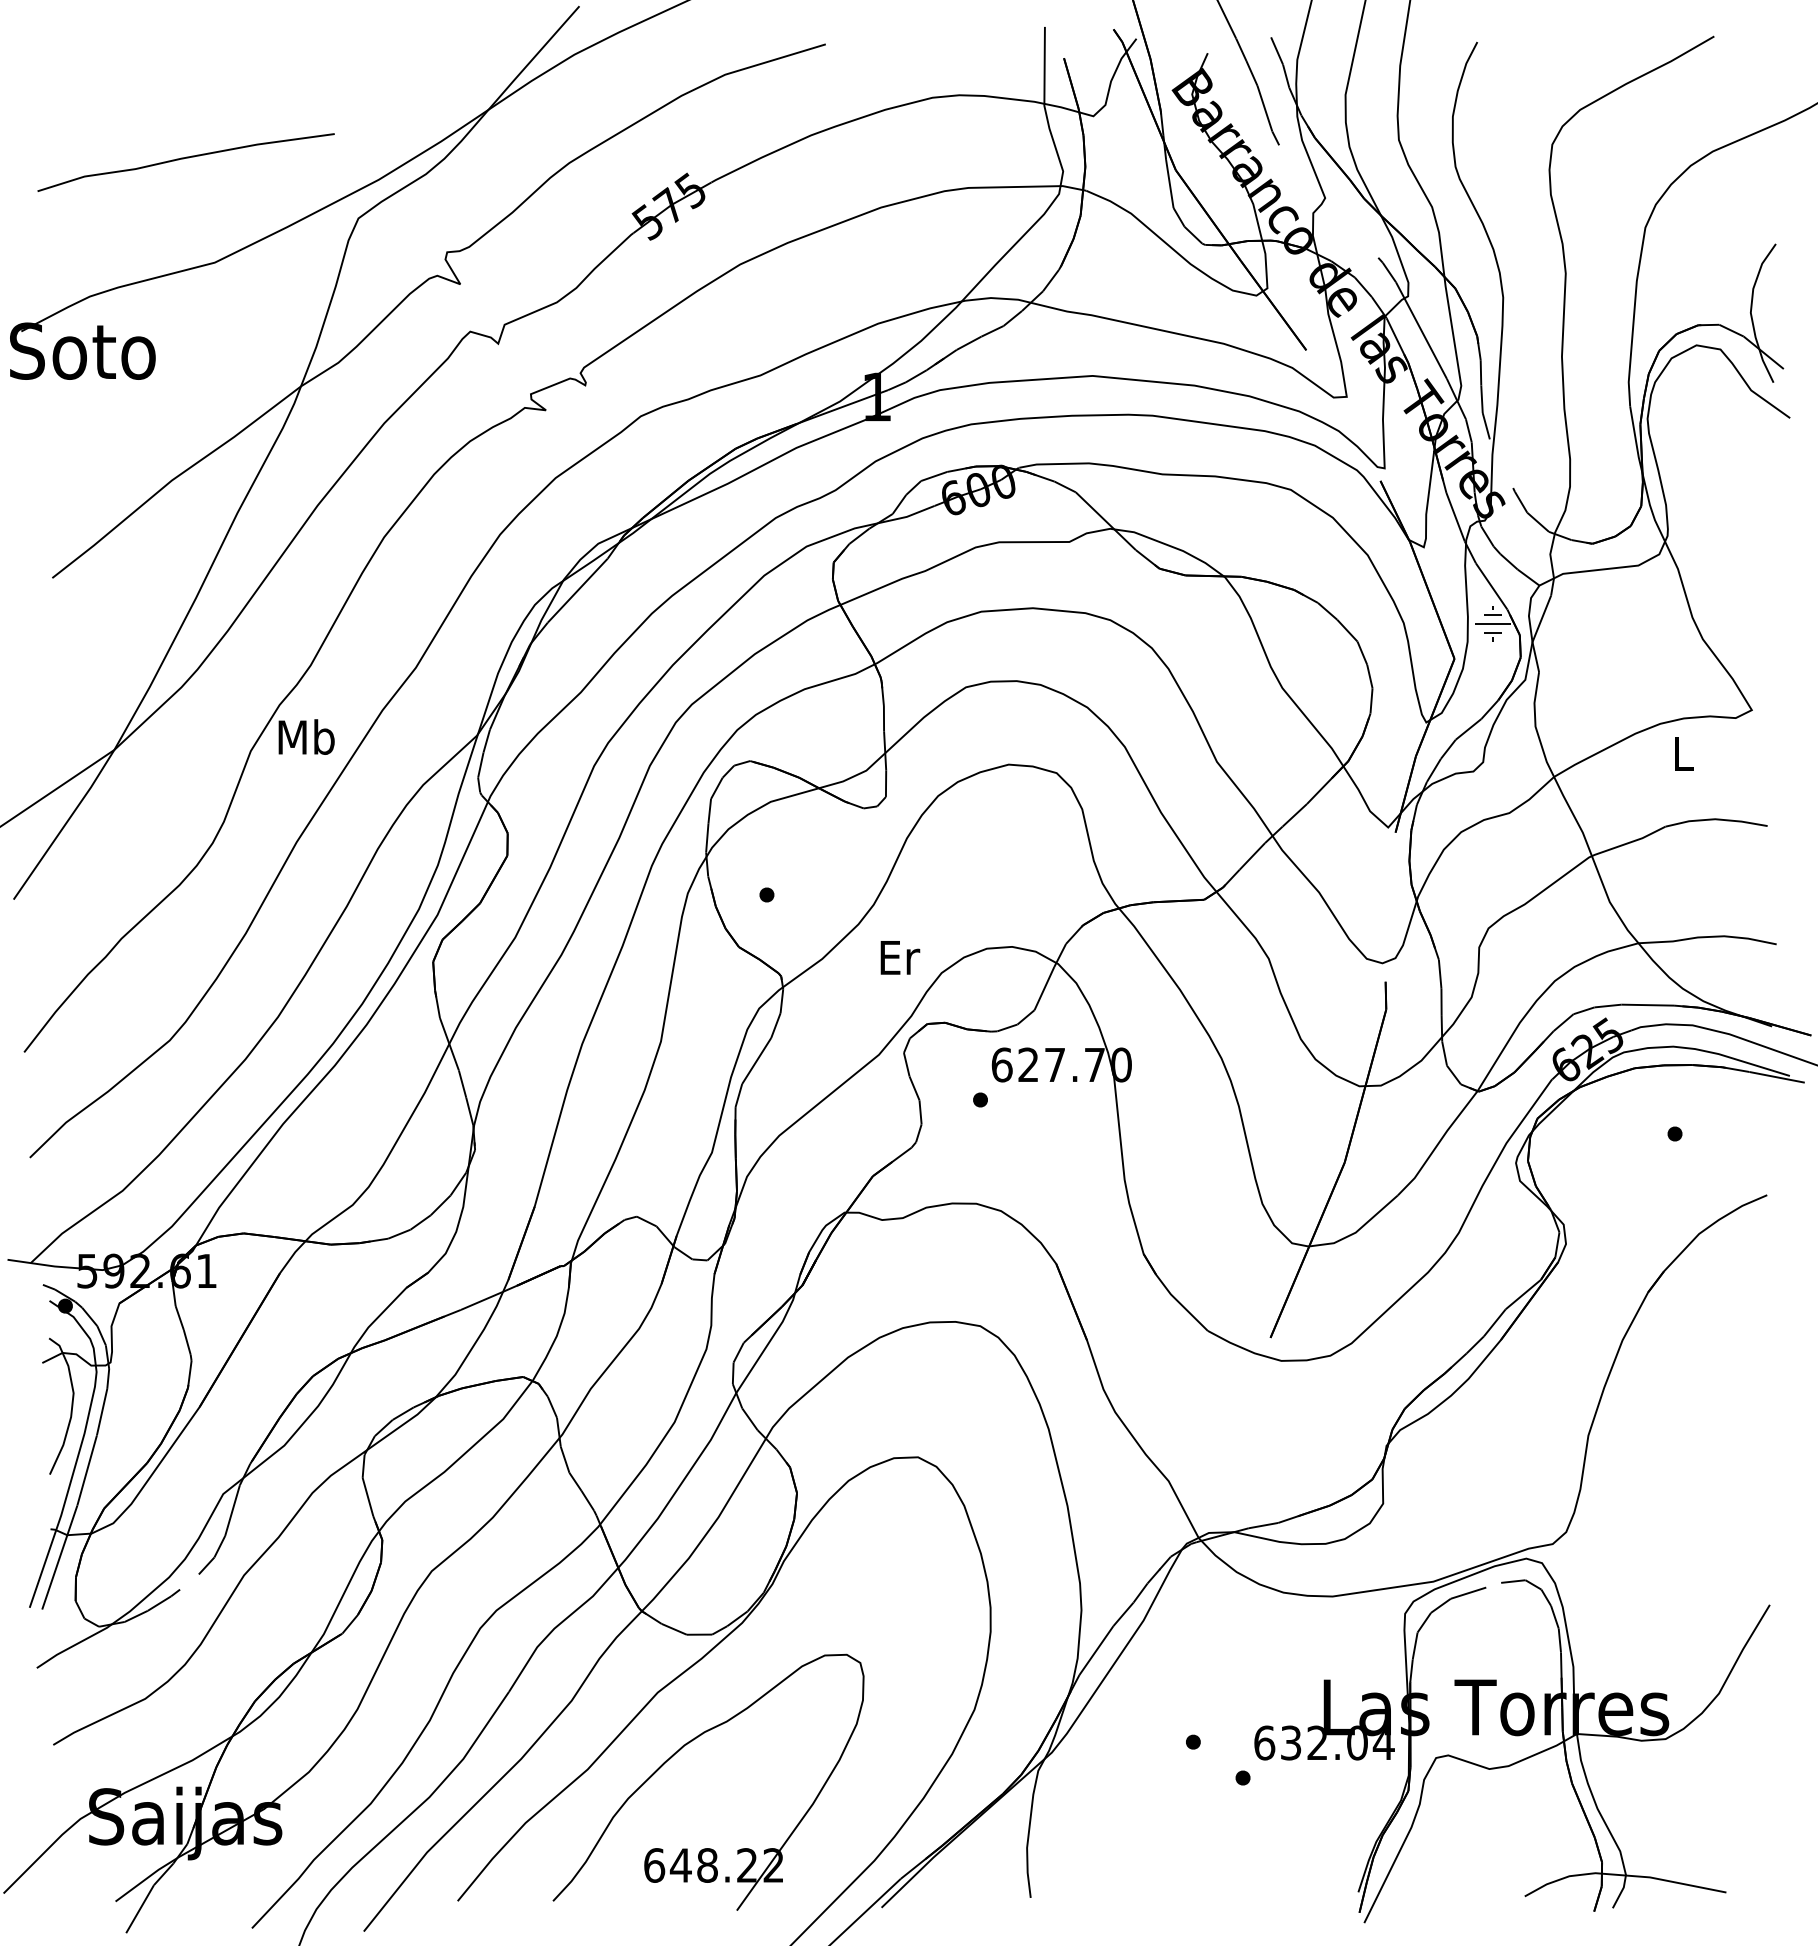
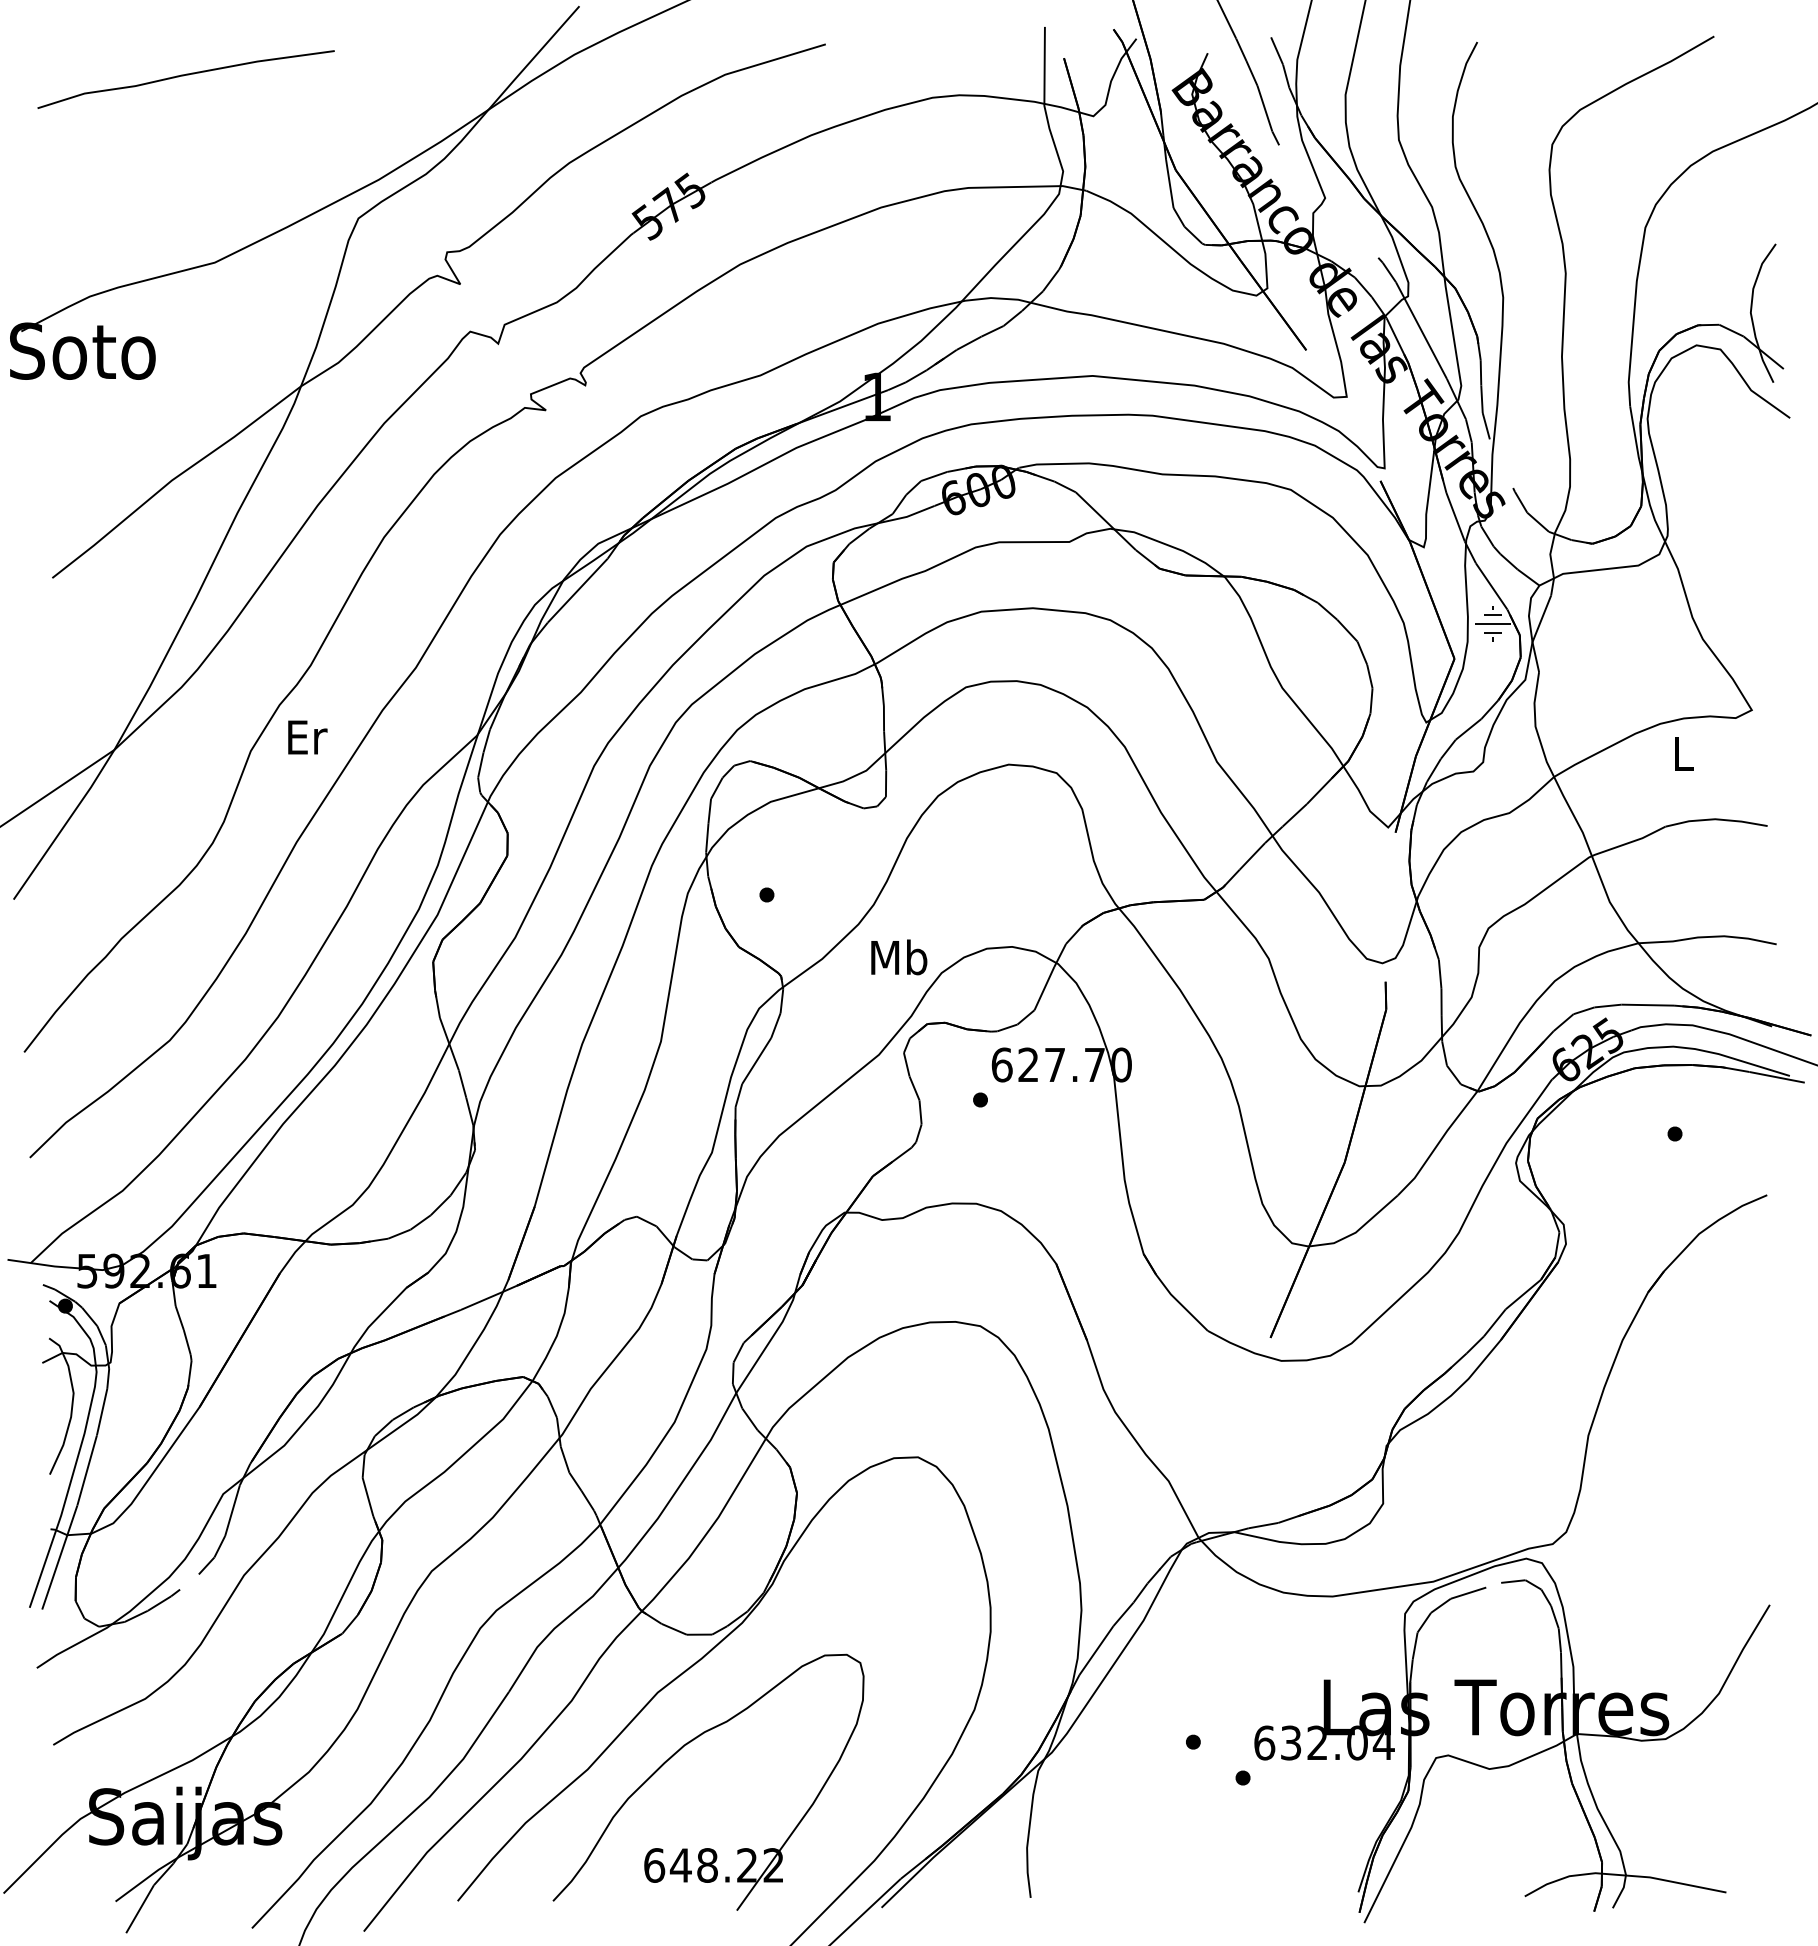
curve at (183, 159) position: (183, 159) -> (183, 76)
text at (306, 736): Mb -> Er
text at (899, 957): Er -> Mb
